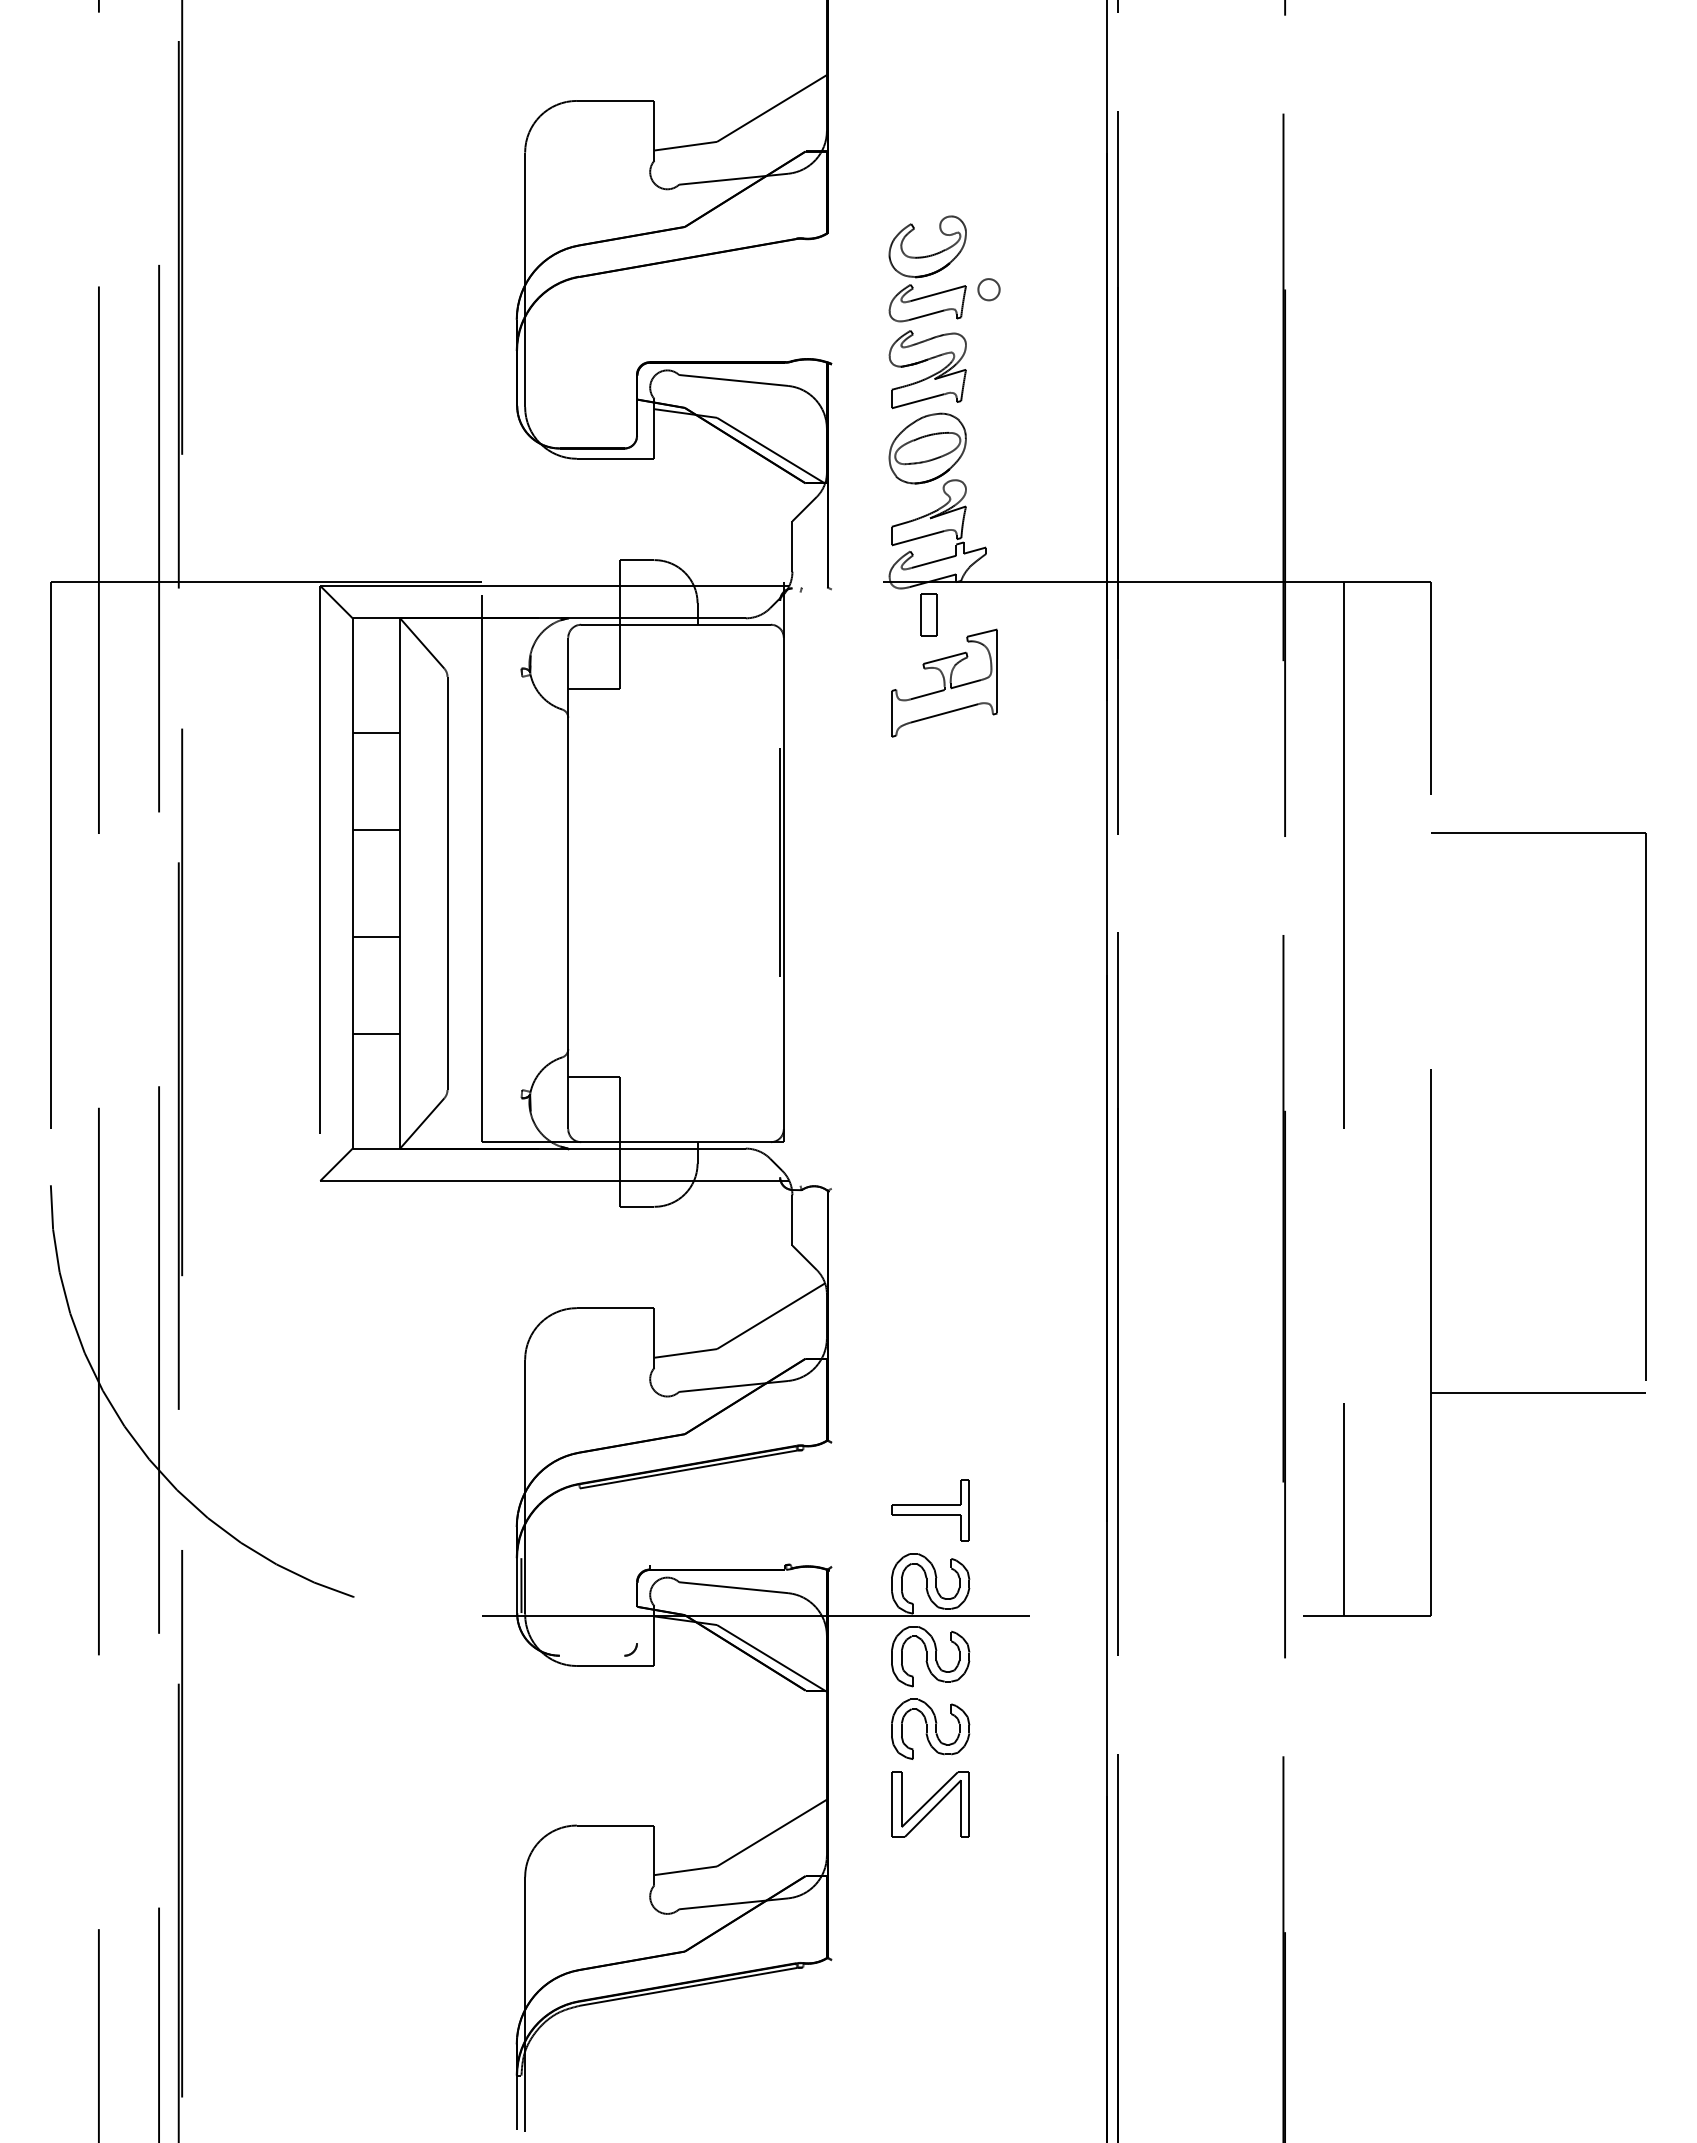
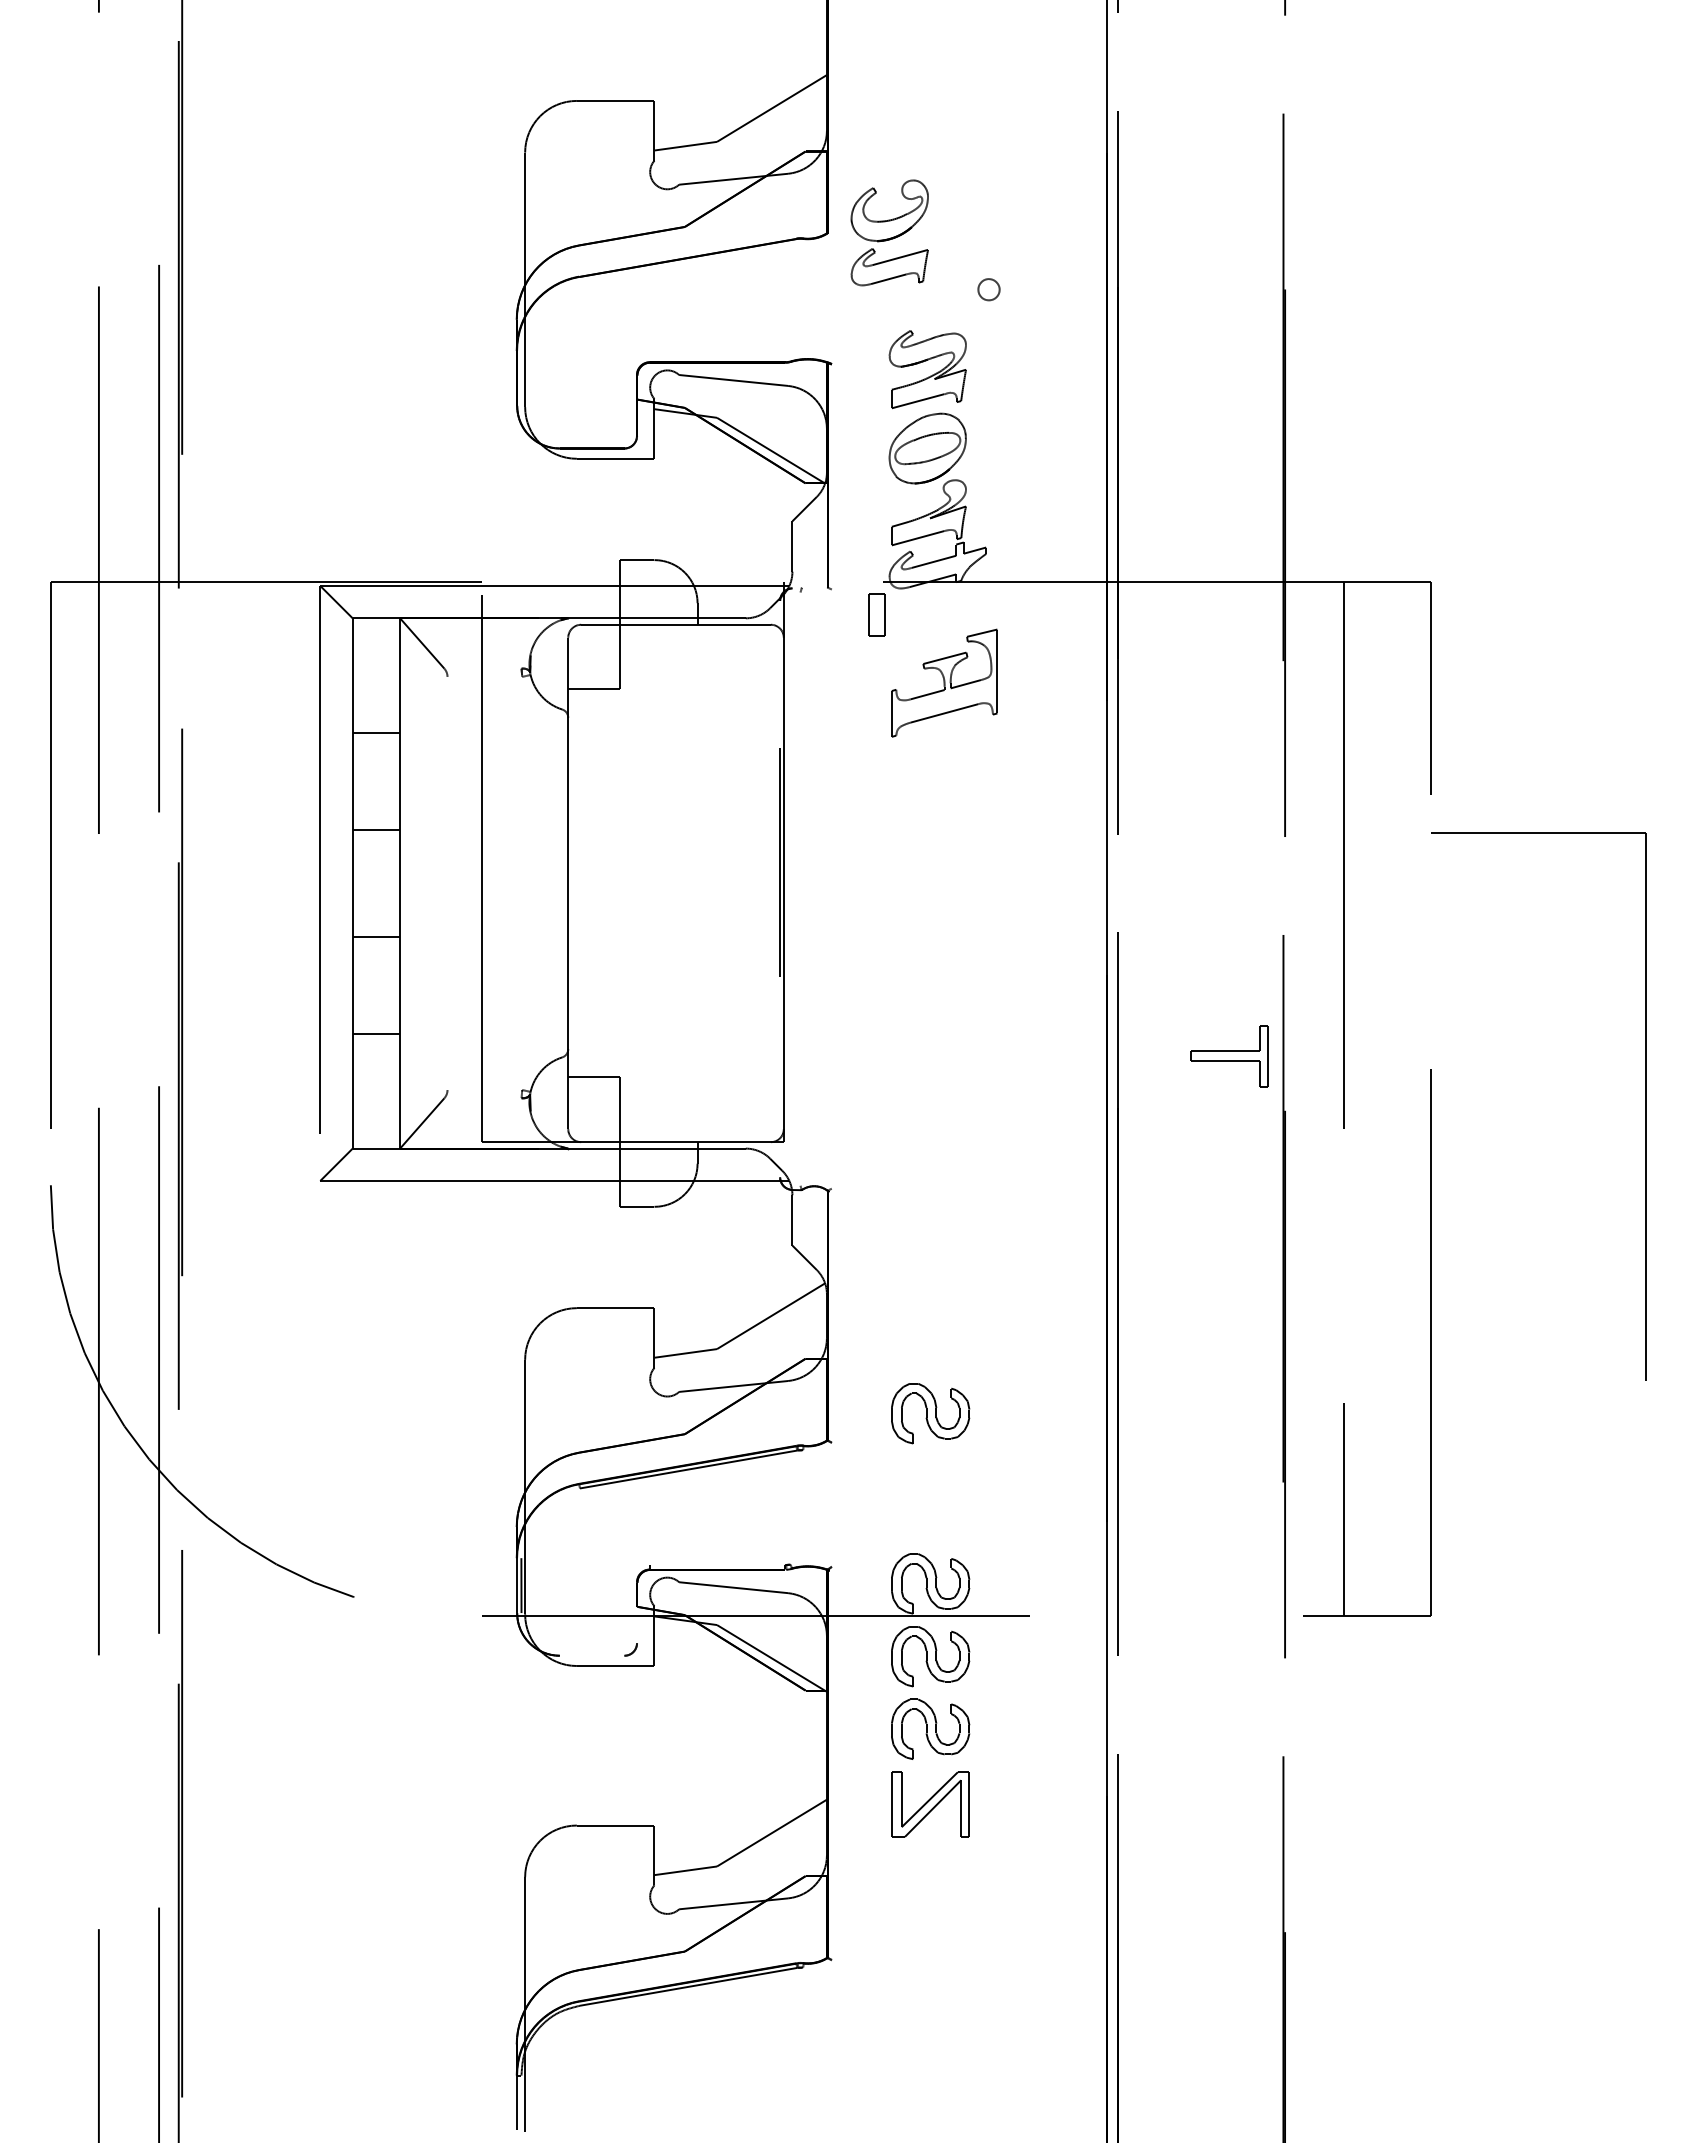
part at (927, 268) position: (927, 268) -> (889, 232)
part at (928, 614) position: (928, 614) -> (876, 614)
line at (447, 883): present -> none
line at (1538, 1393): present -> none
part at (930, 1413): none -> present
part at (930, 1510) position: (930, 1510) -> (1229, 1056)
